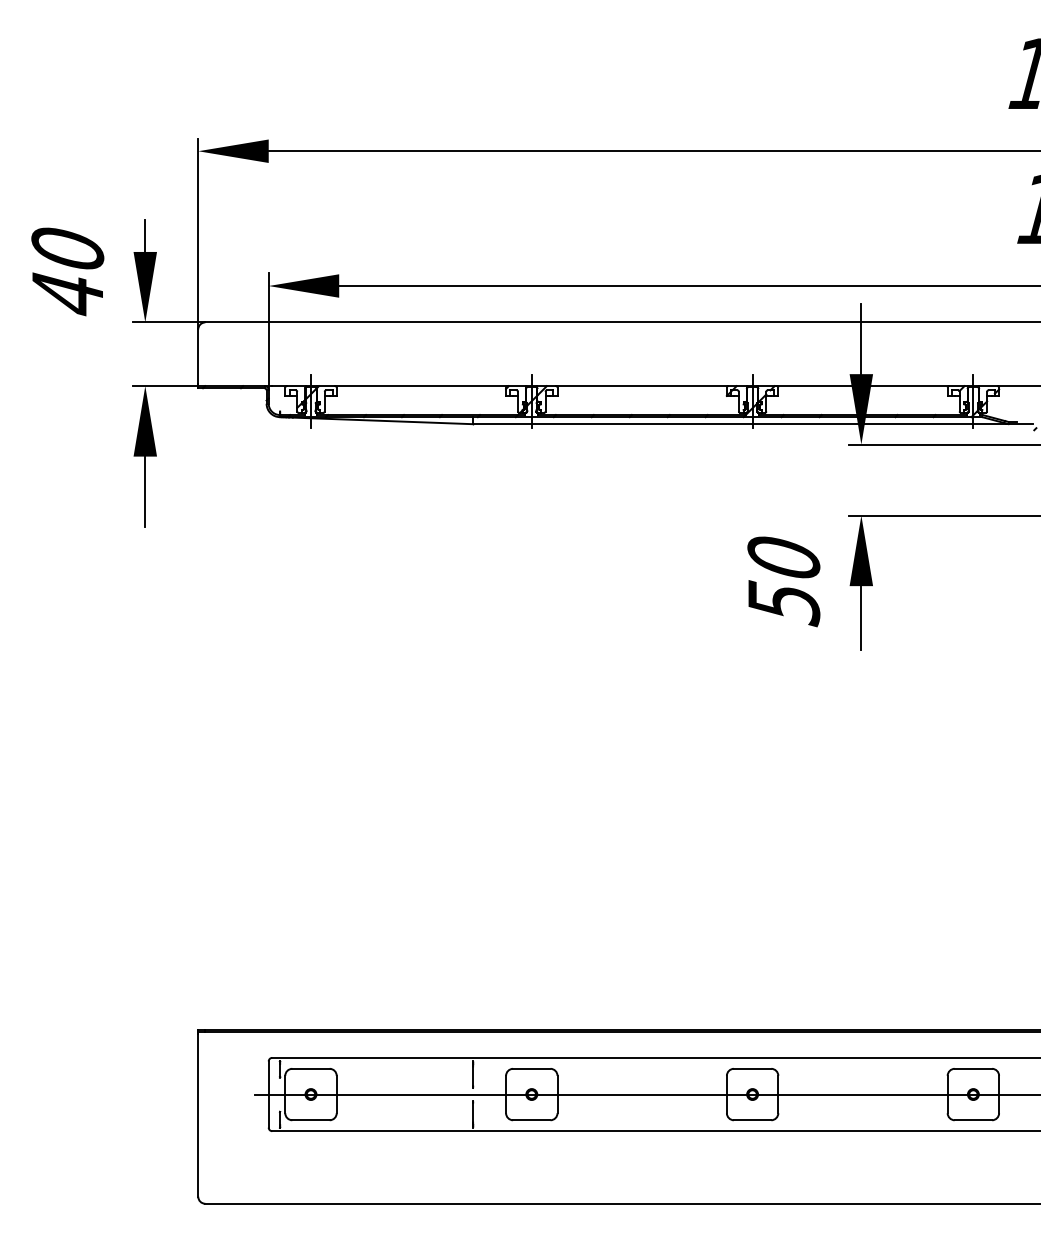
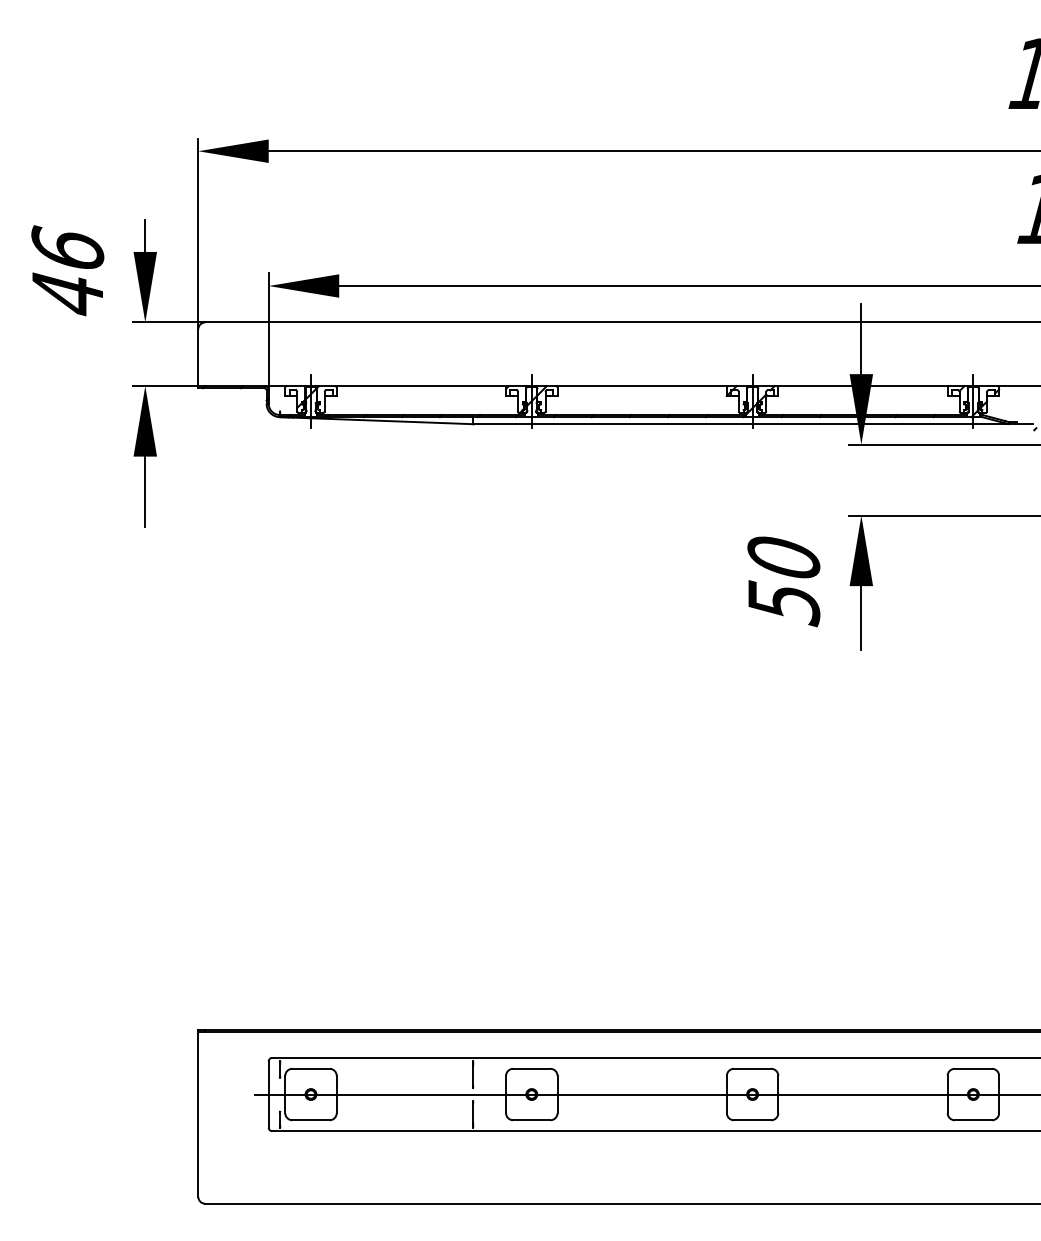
text at (67, 247): 40 -> 46
